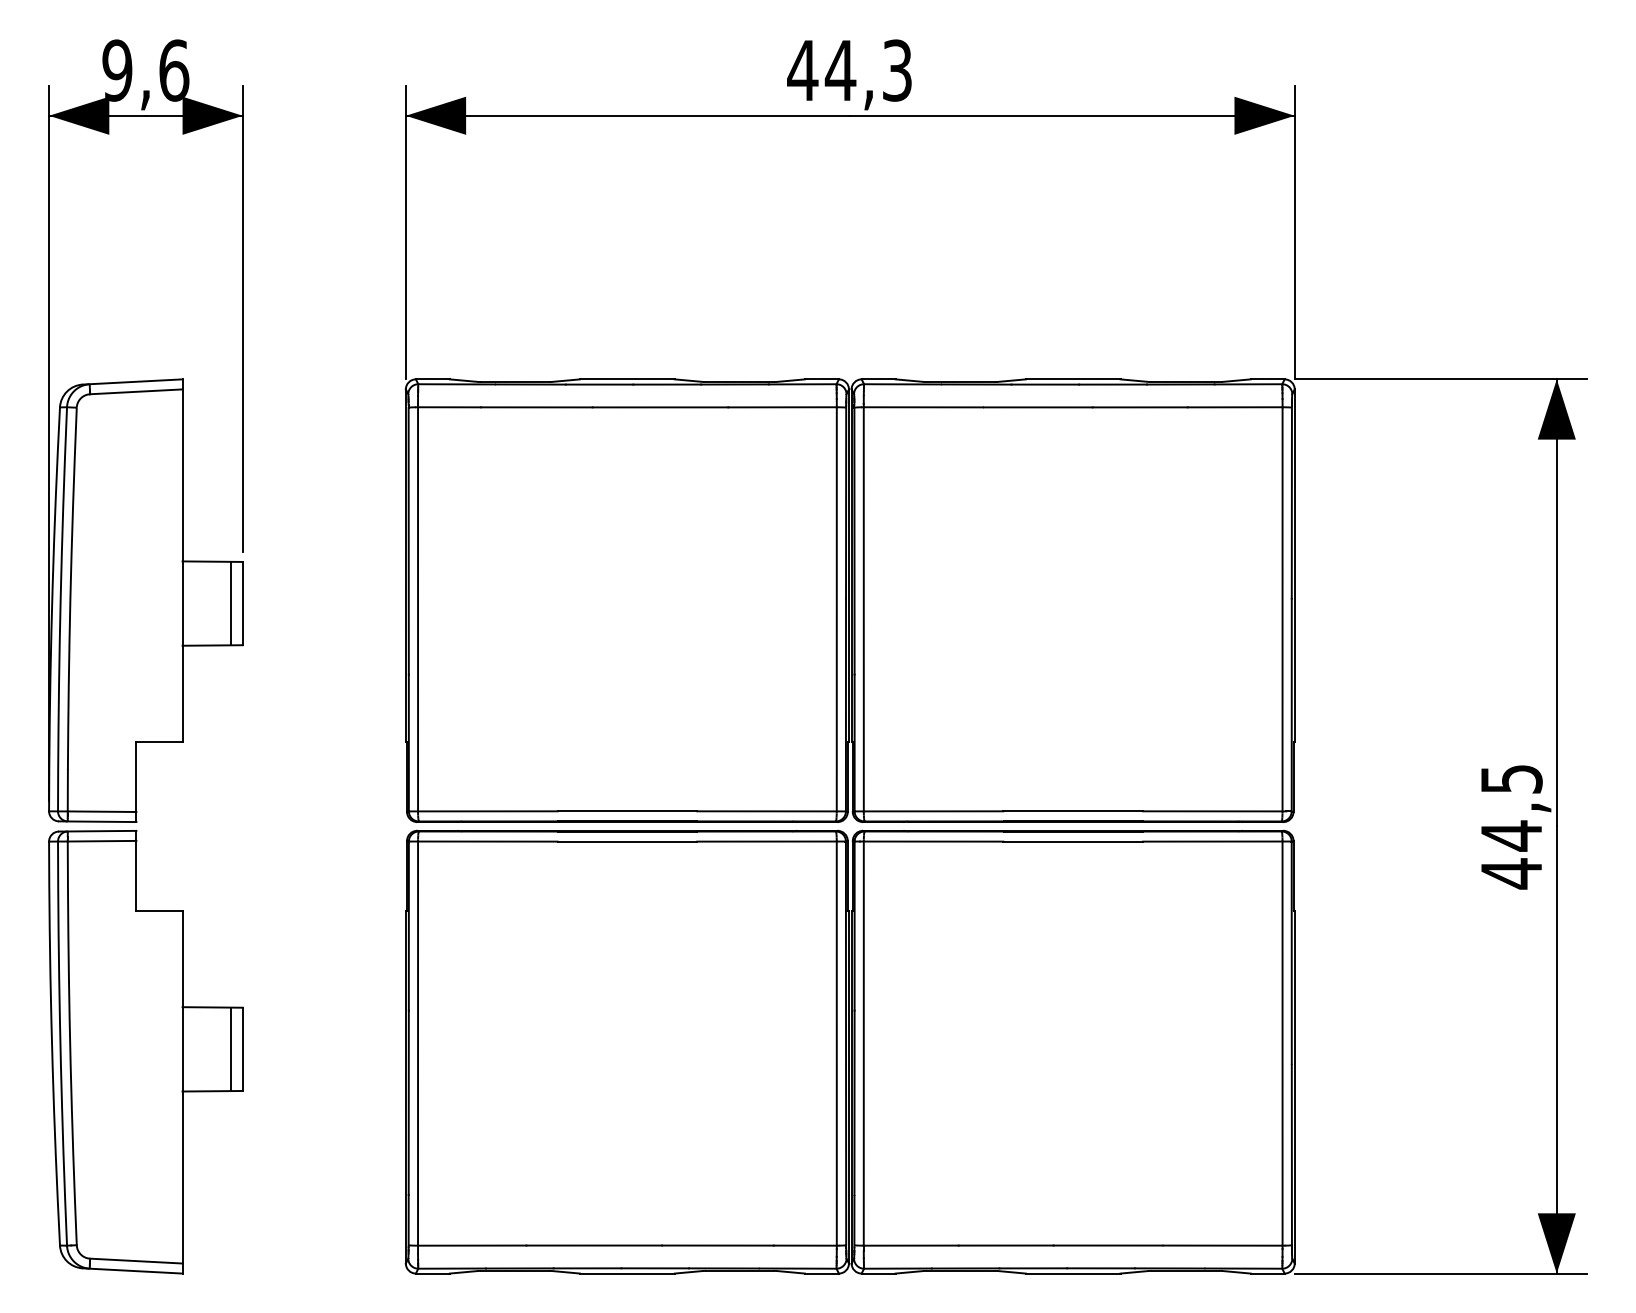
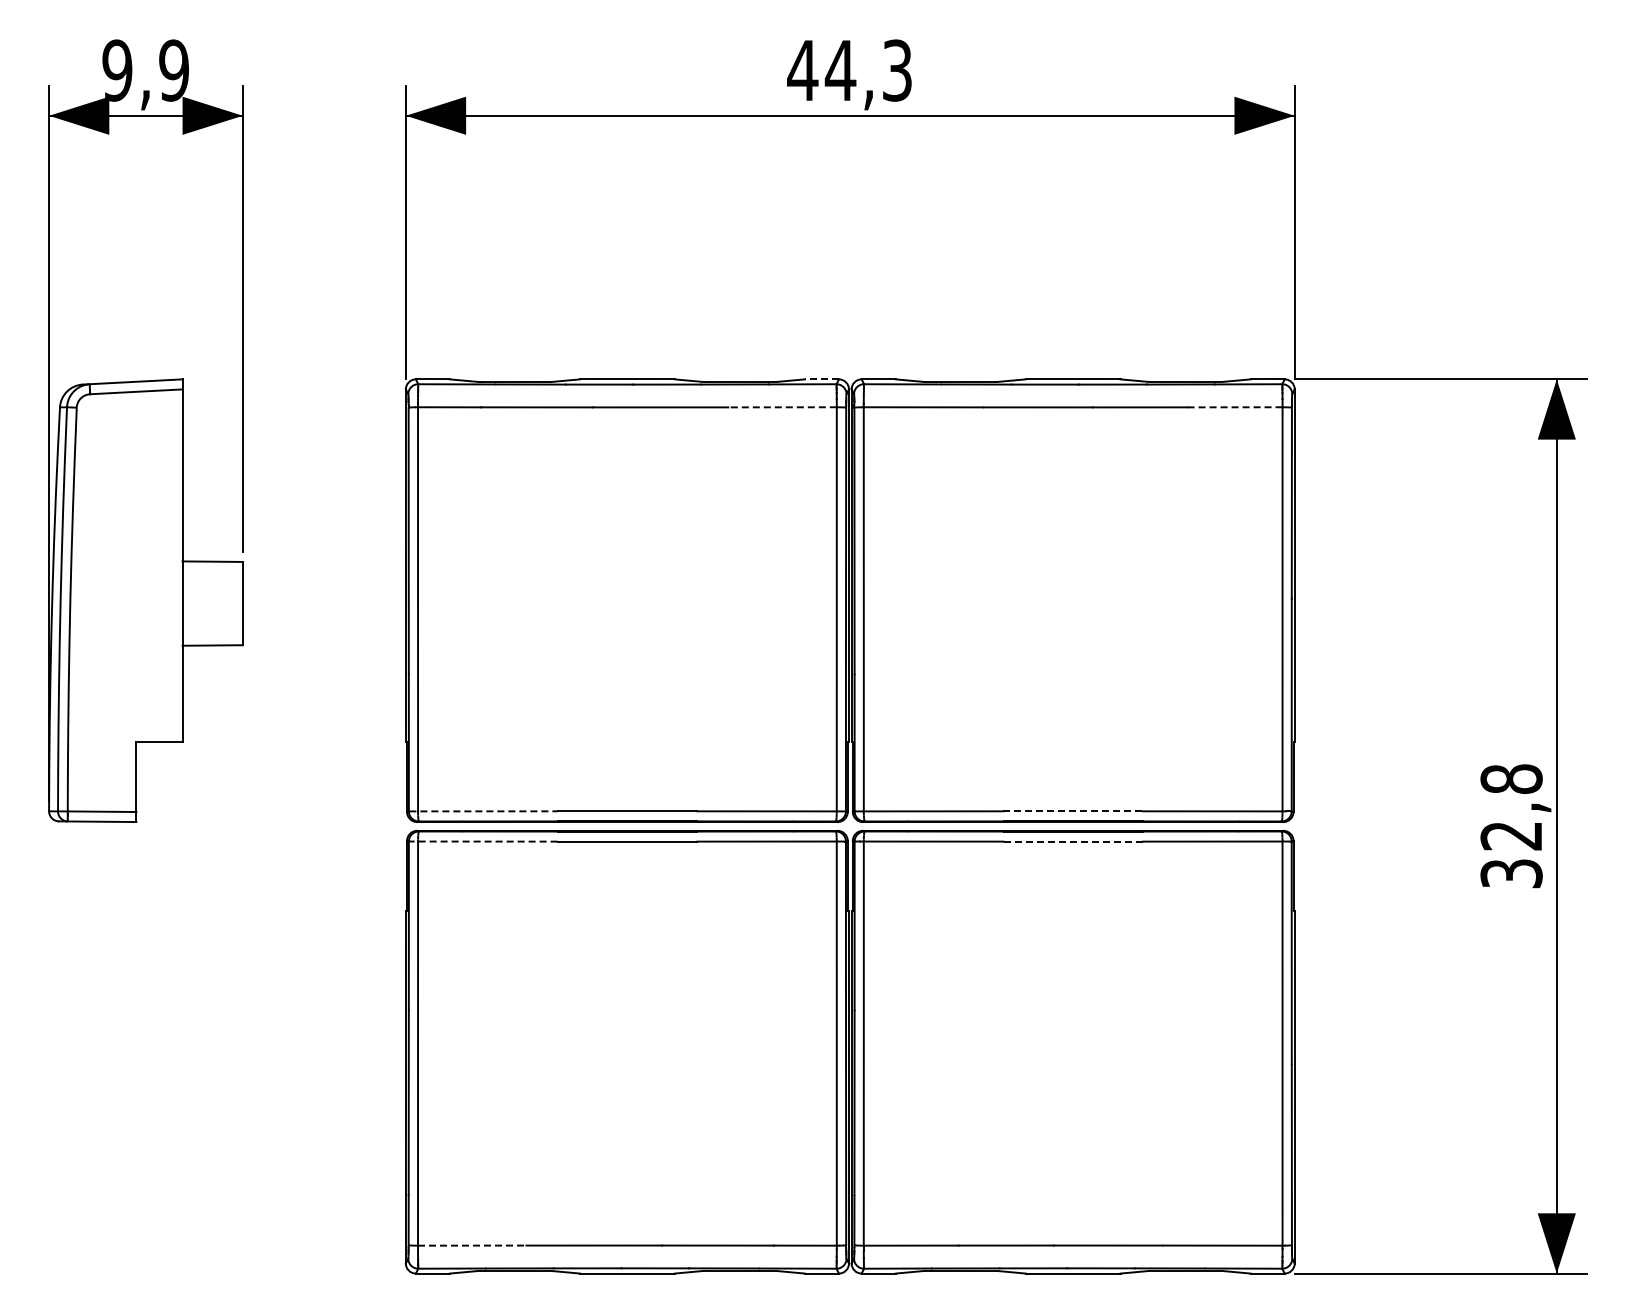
text at (174, 70): 9,6 -> 9,9
line at (821, 379): solid -> dashed
line at (782, 407): solid -> dashed
line at (1234, 407): solid -> dashed
line at (231, 603): present -> none
line at (483, 811): solid -> dashed
line at (1073, 811): solid -> dashed
text at (1511, 826): 44,5 -> 32,8
line at (483, 841): solid -> dashed
line at (1073, 841): solid -> dashed
part at (145, 1052): present -> none
line at (472, 1245): solid -> dashed
